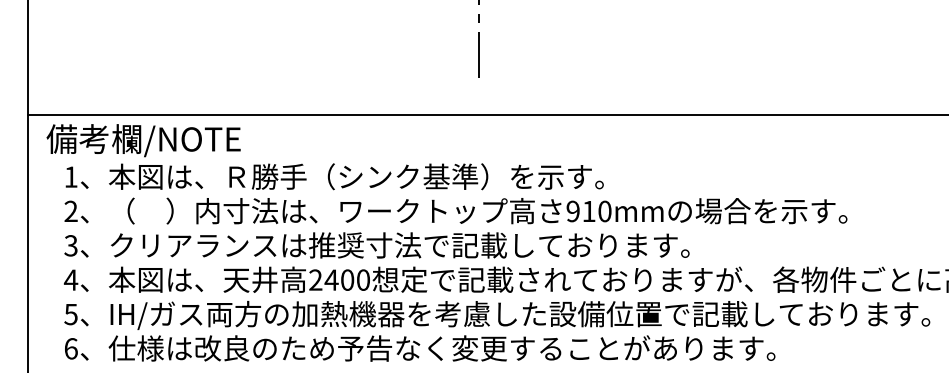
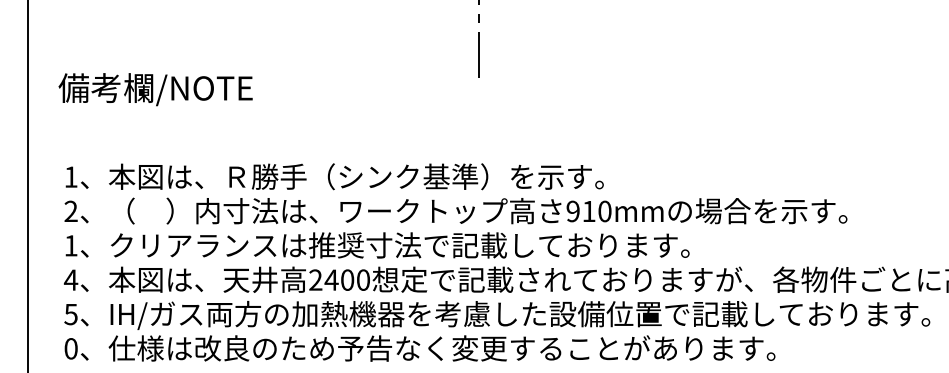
line at (486, 114): present -> none
text at (143, 140) position: (143, 140) -> (155, 89)
text at (70, 245): 3 -> 1
text at (70, 348): 6 -> 0
